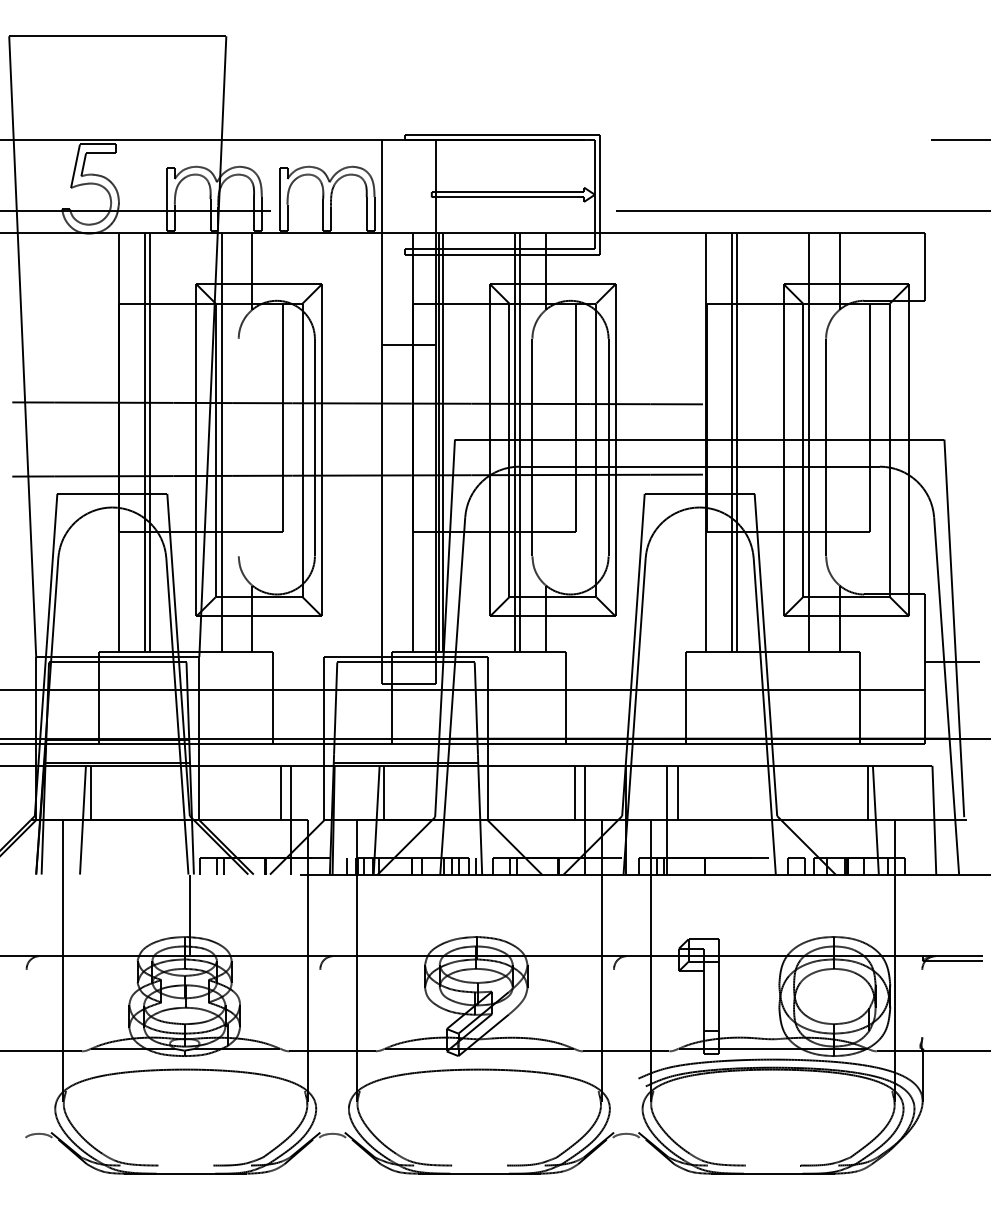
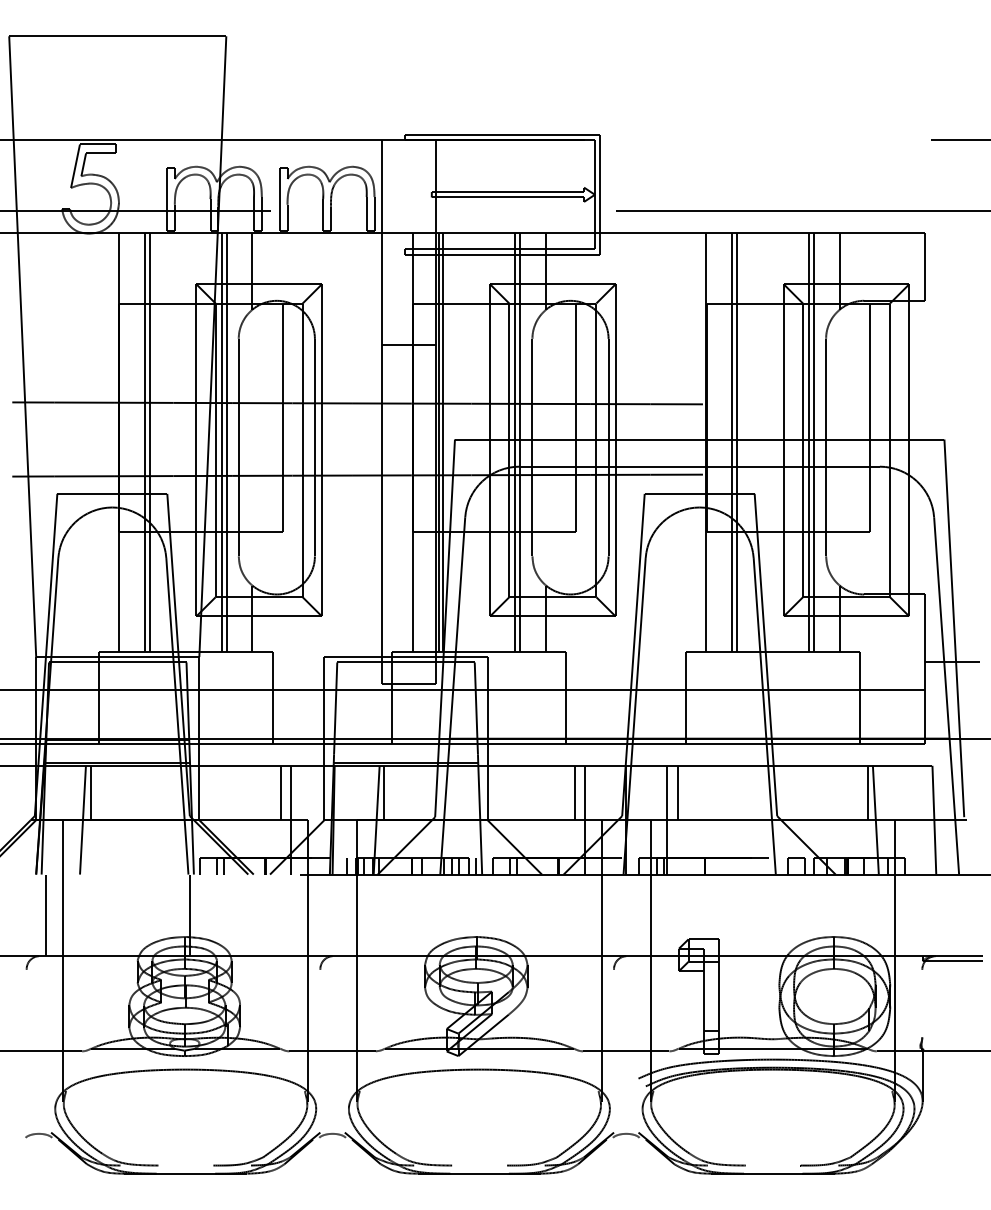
line at (226, 441): none -> present
line at (813, 441): none -> present
line at (238, 447): none -> present
line at (45, 915): none -> present
